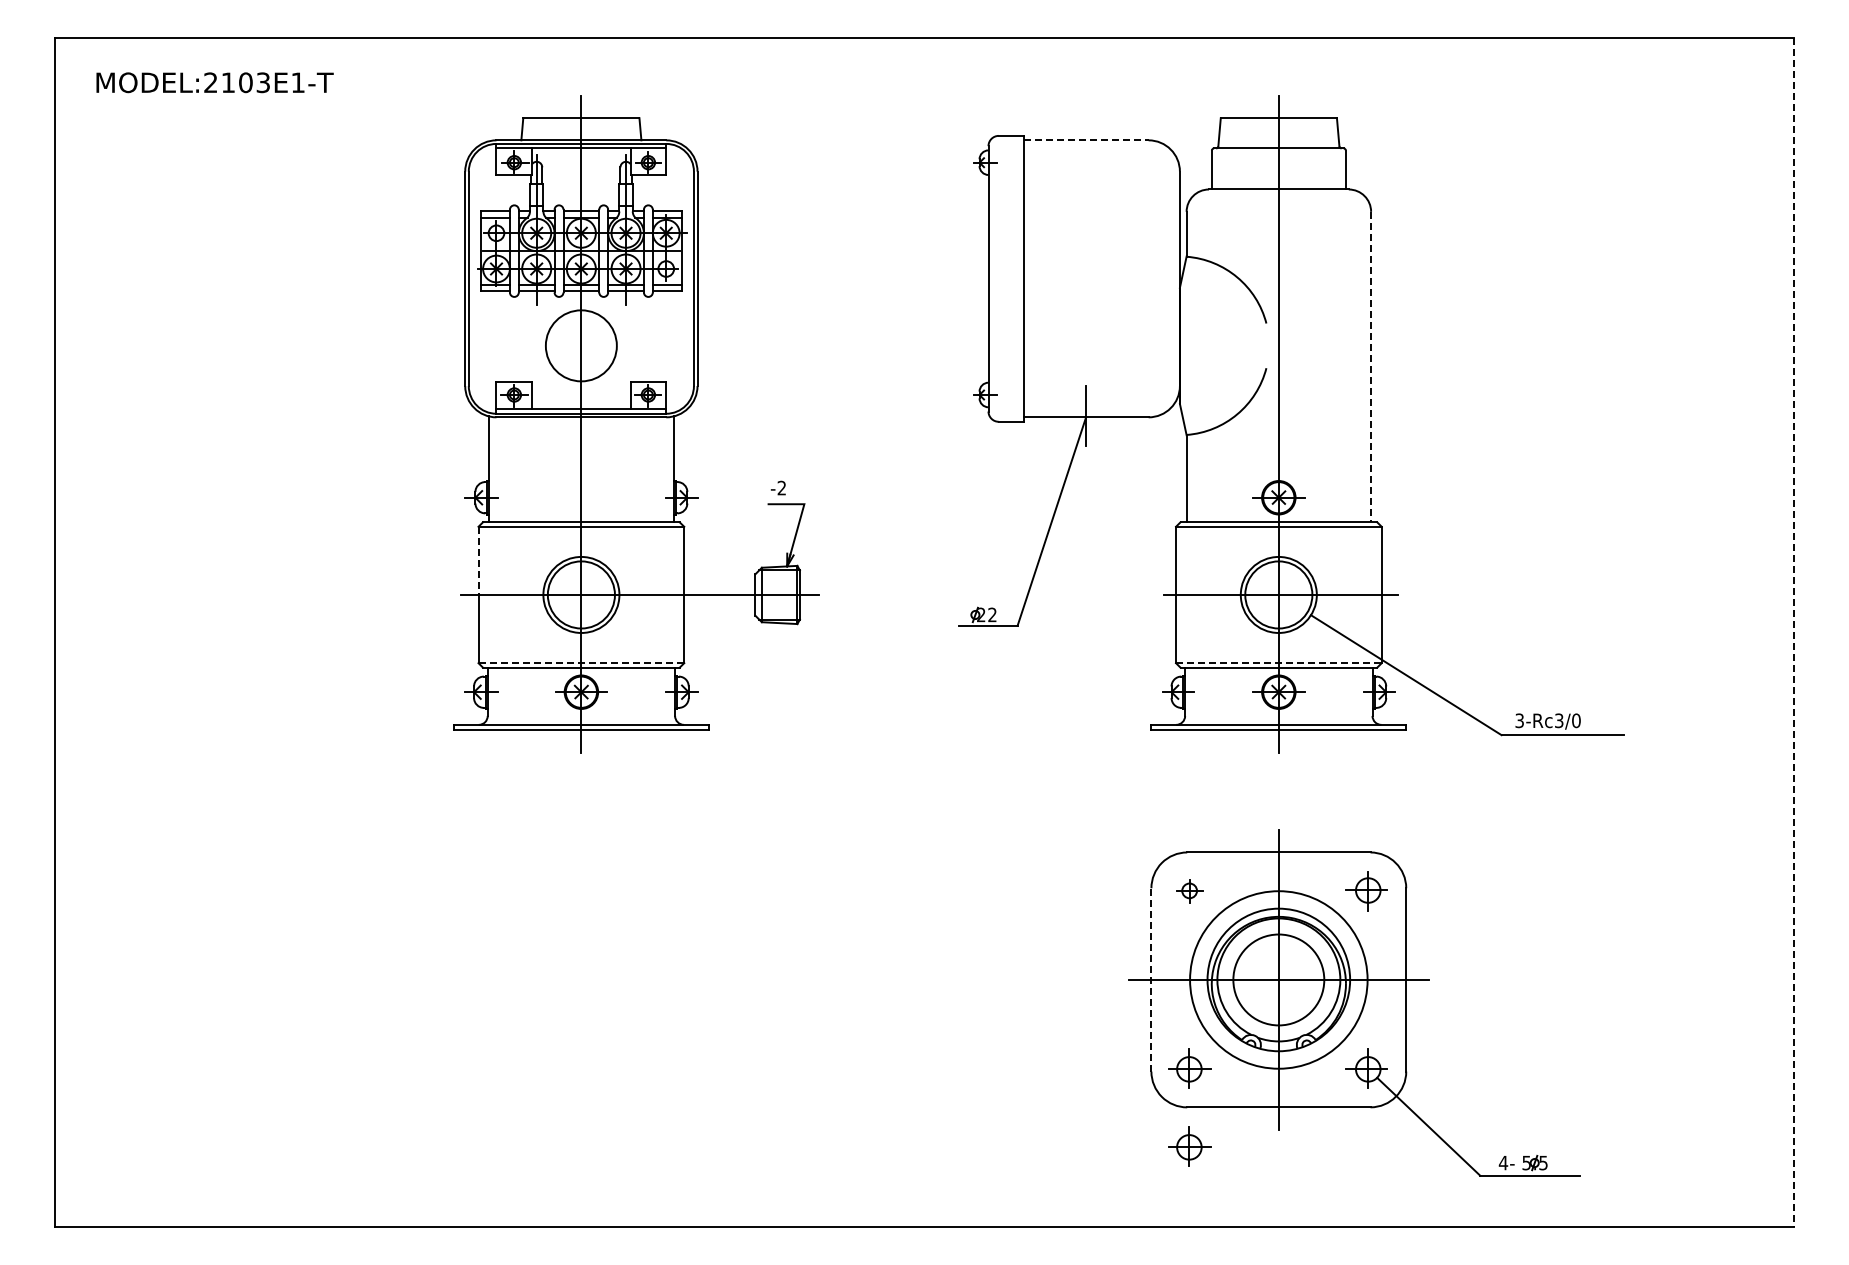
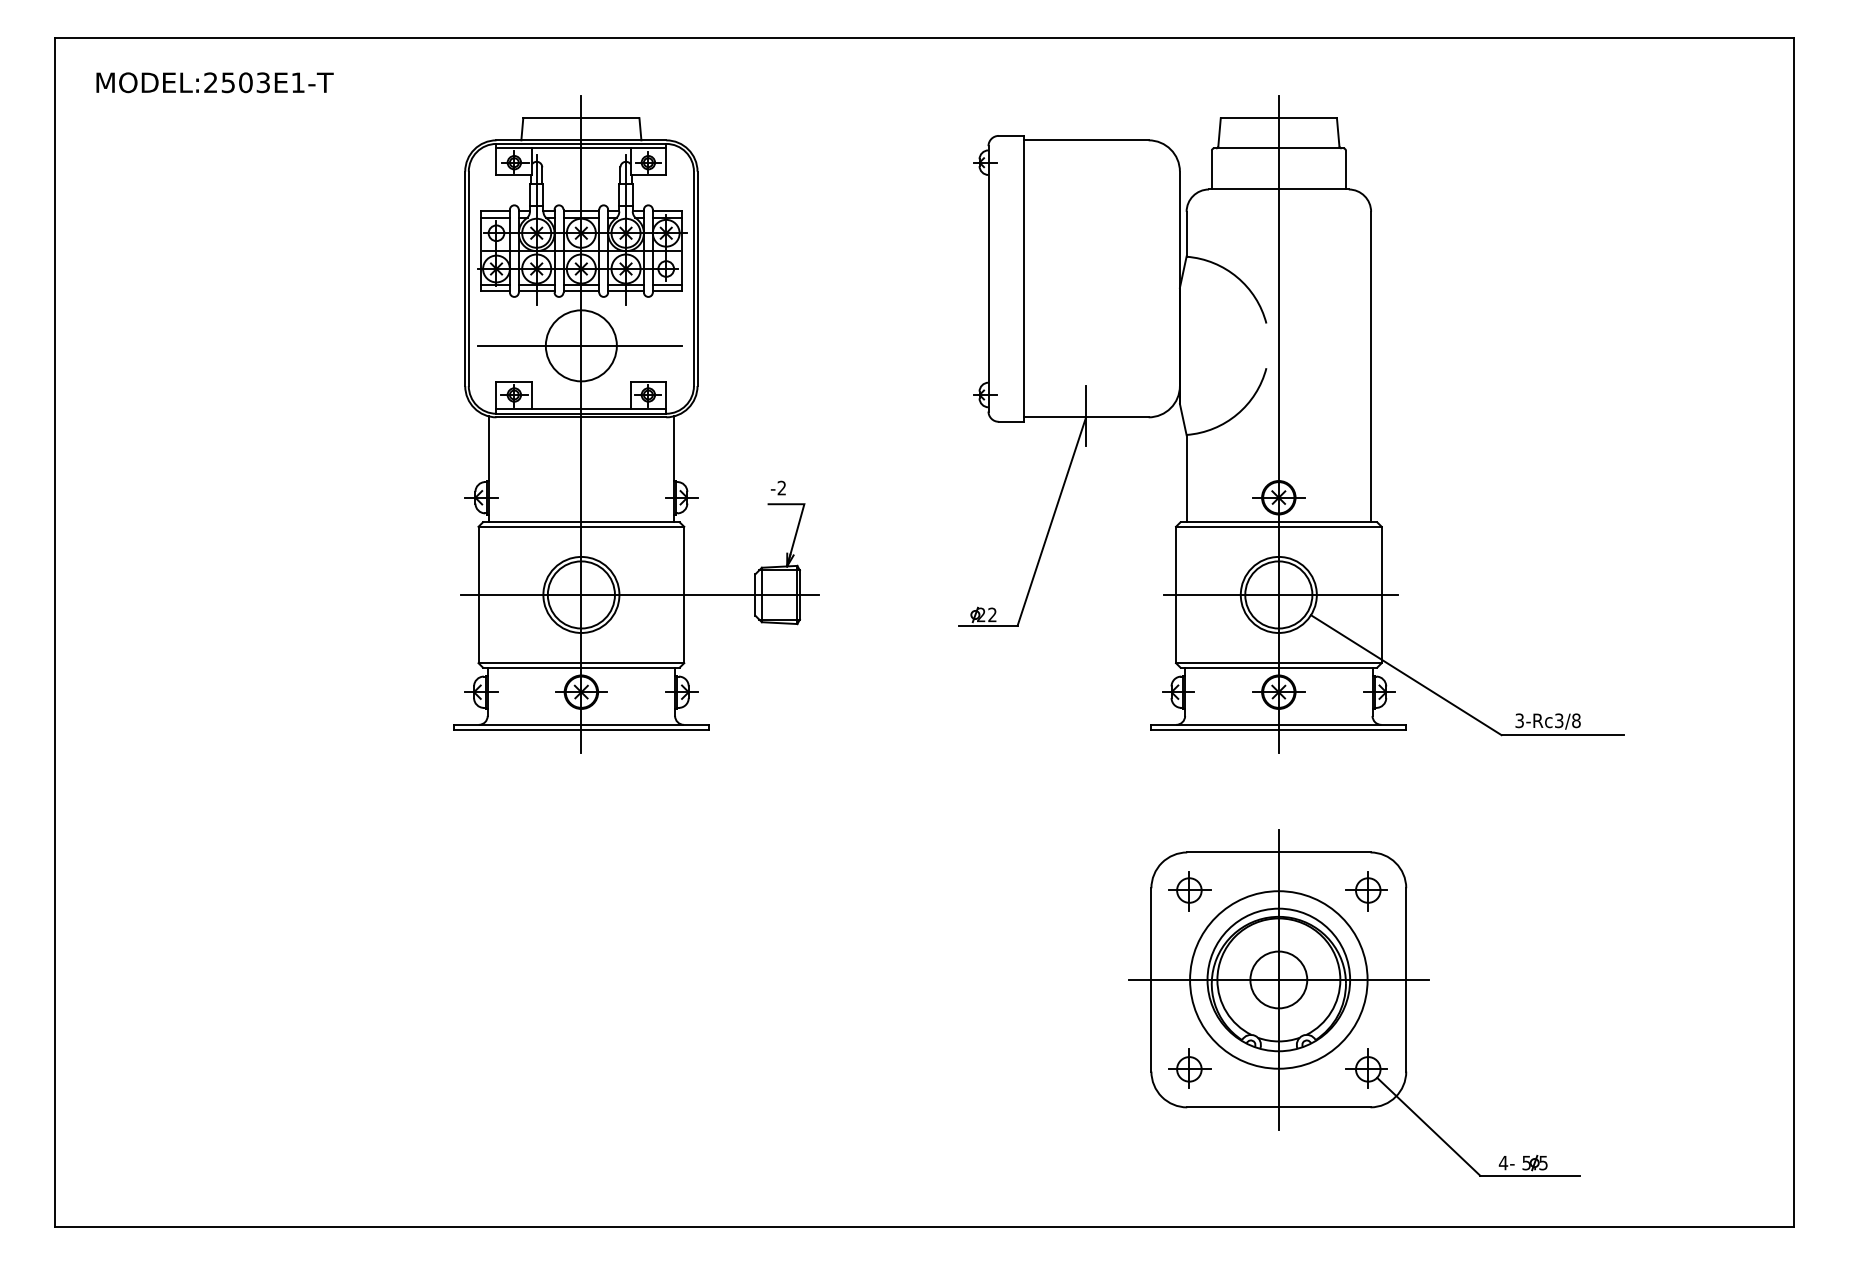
text at (227, 82): MODEL:2103E1-T -> MODEL:2503E1-T
line at (1086, 140): dashed -> solid
line at (580, 345): none -> present
line at (1371, 367): dashed -> solid
line at (478, 561): dashed -> solid
line at (1793, 632): dashed -> solid
line at (581, 663): dashed -> solid
line at (1278, 663): dashed -> solid
text at (1576, 720): 3-Rc3/0 -> 3-Rc3/8
part at (1189, 891) size: 28x25 px -> 44x41 px
line at (1151, 979): dashed -> solid
circle at (1278, 979) diameter: 91 px -> 57 px
part at (1189, 1146): present -> none
